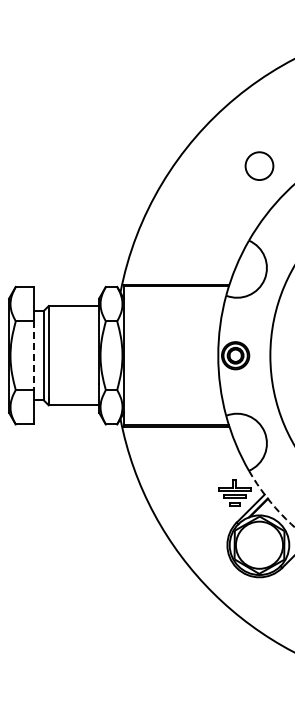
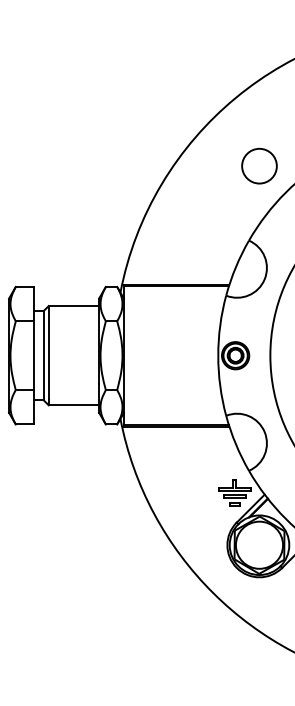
circle at (259, 165) size: 31x30 px -> 37x38 px
line at (33, 356): dashed -> solid
arc at (270, 501): dashed -> solid
